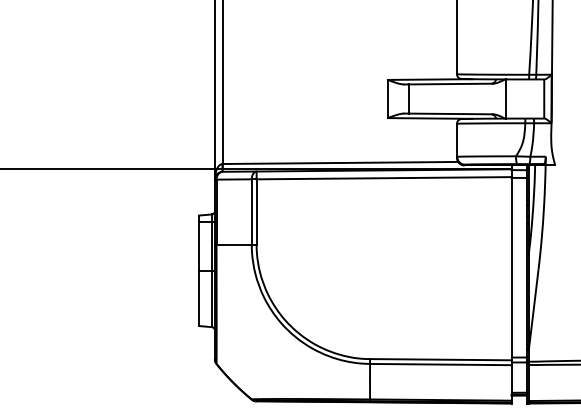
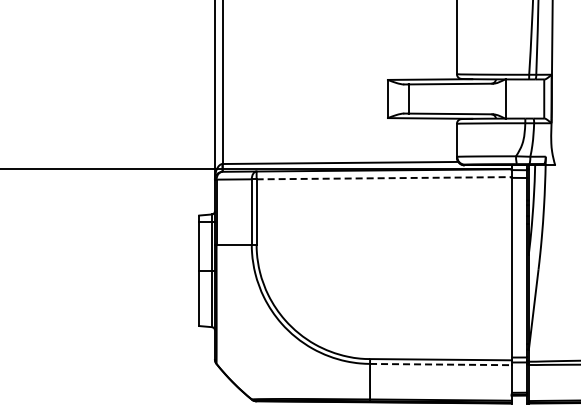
line at (384, 178): solid -> dashed
line at (440, 364): solid -> dashed
